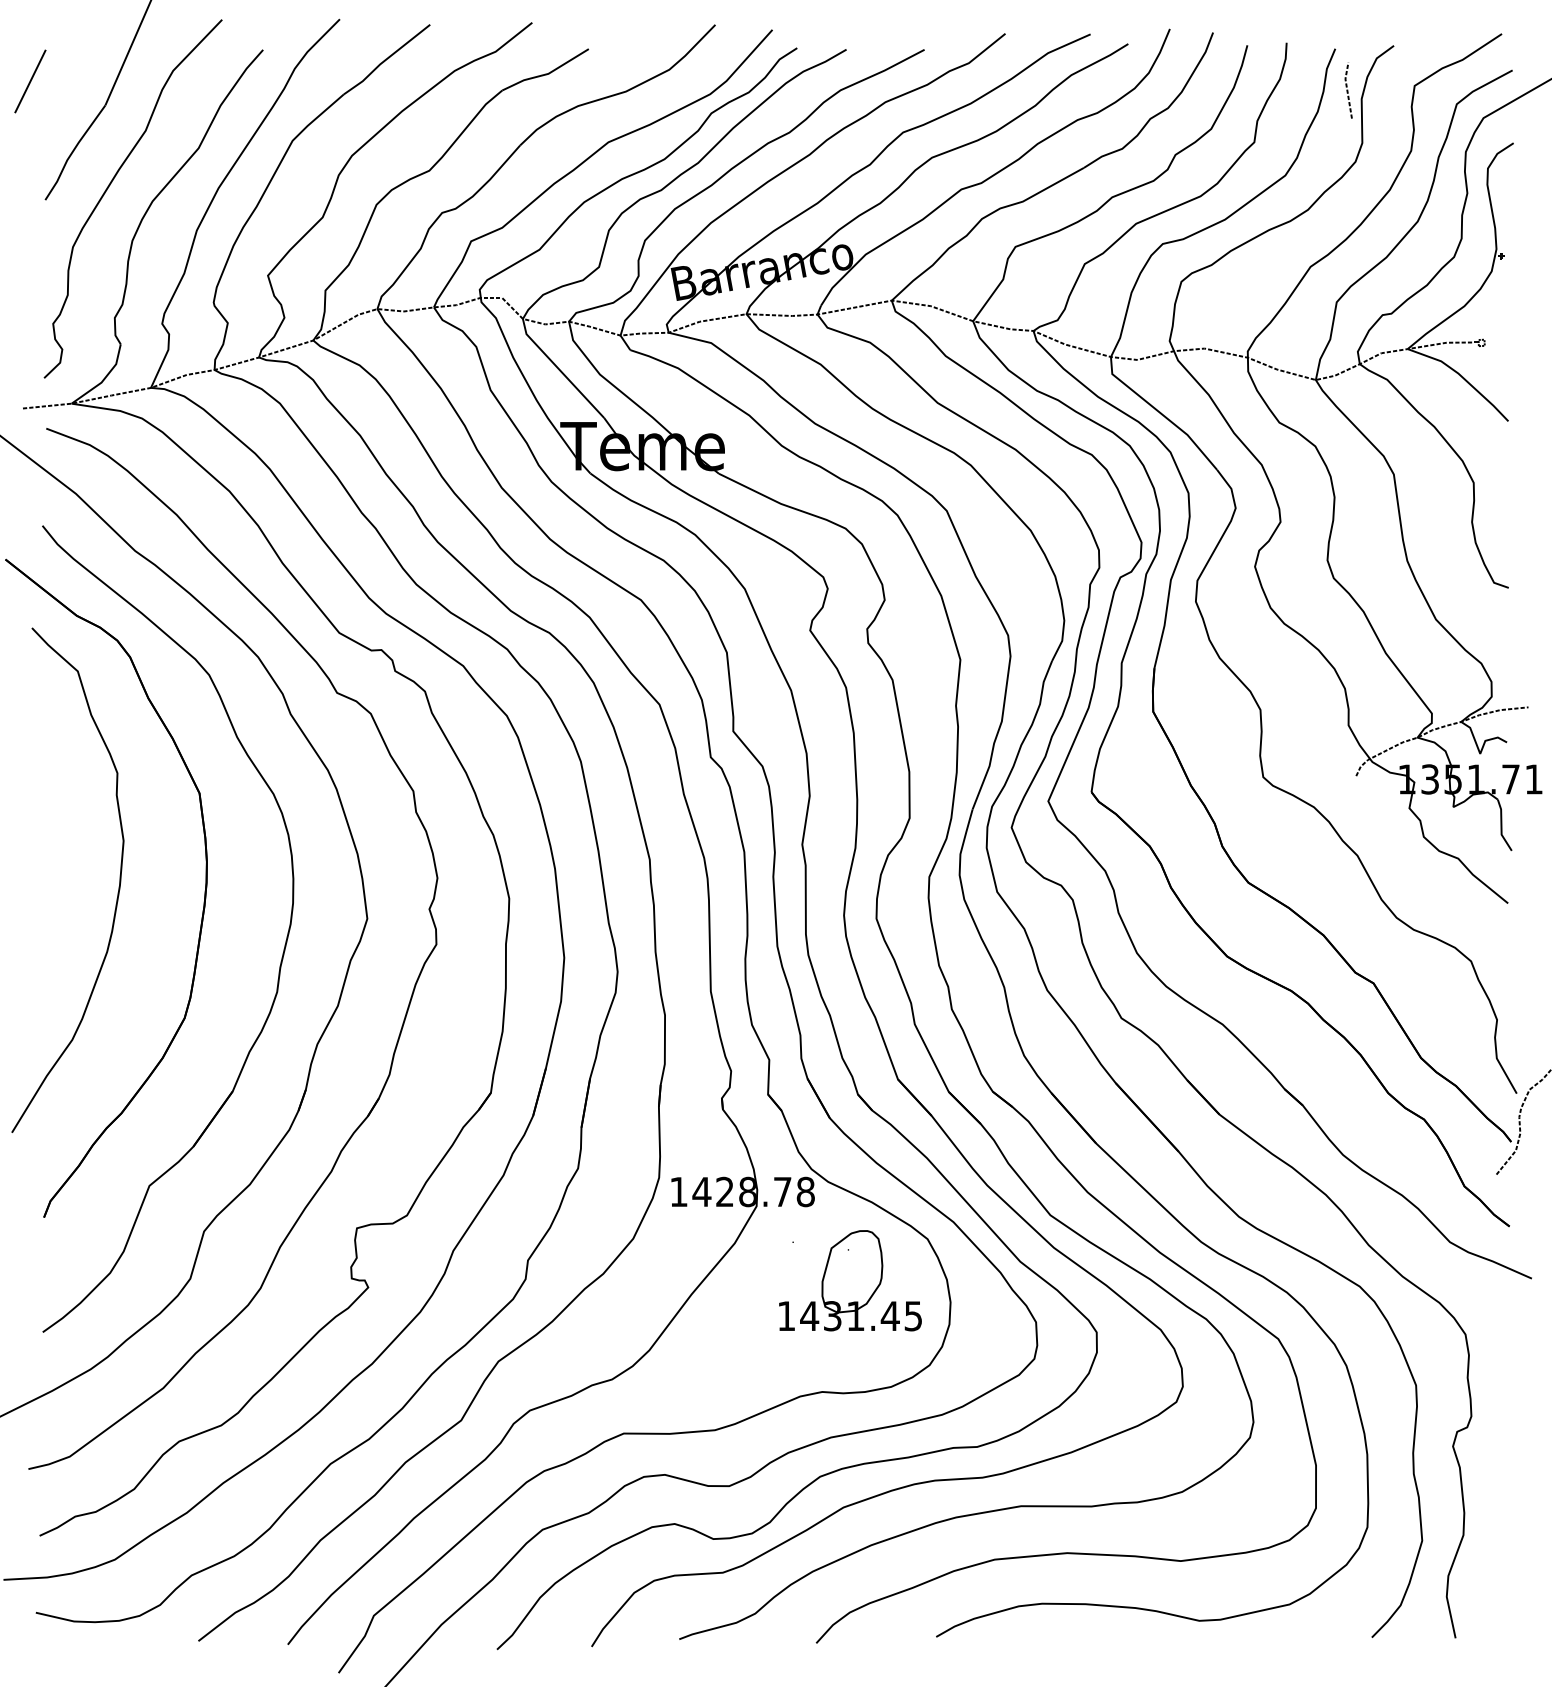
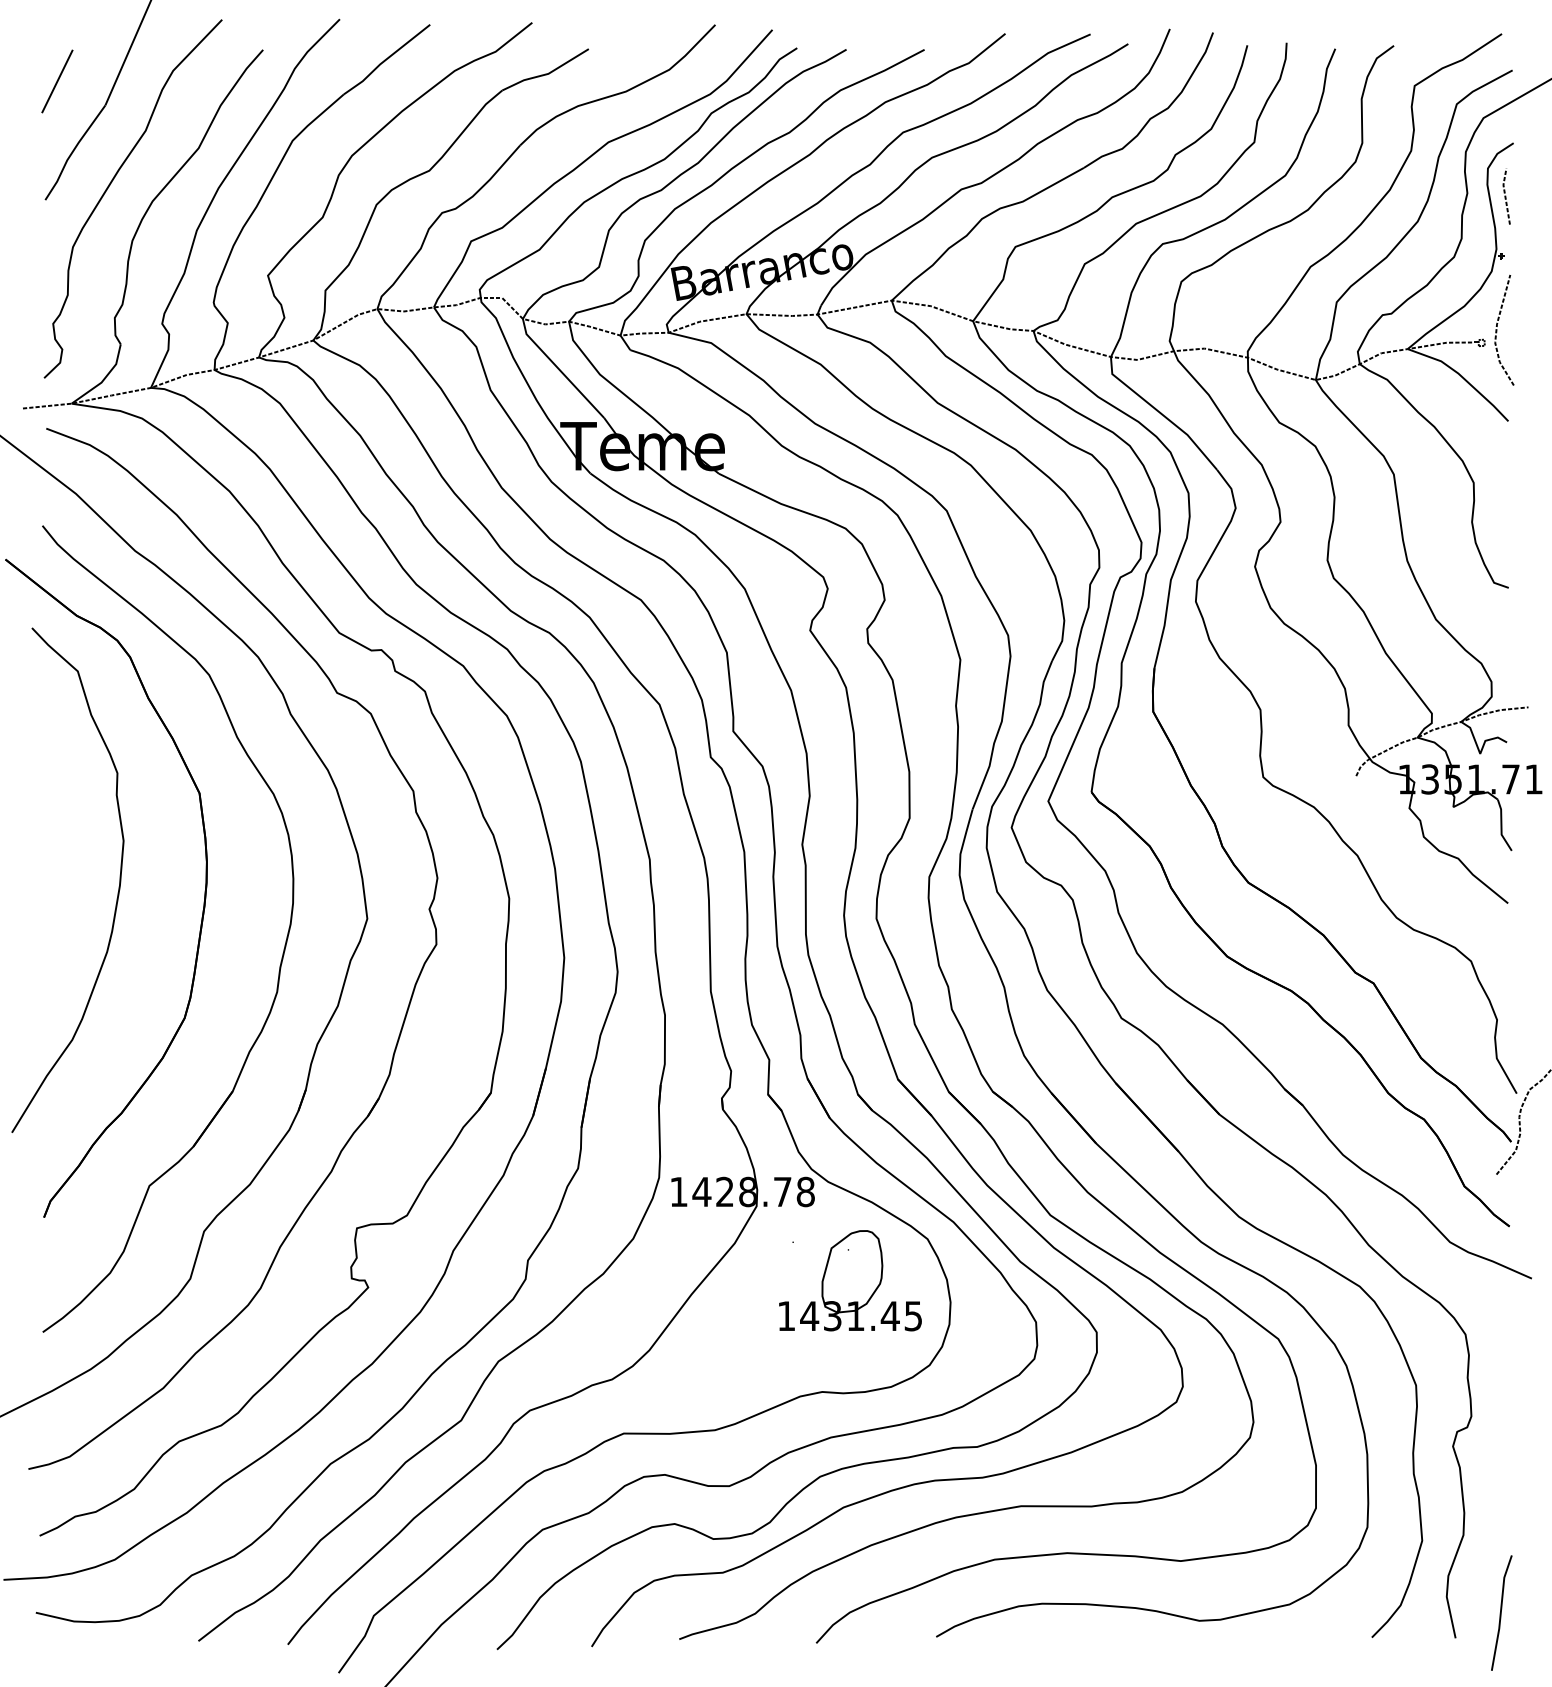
line at (30, 81) position: (30, 81) -> (57, 81)
line at (1348, 90) position: (1348, 90) -> (1506, 196)
line at (1497, 329): none -> present
line at (1501, 1612): none -> present
